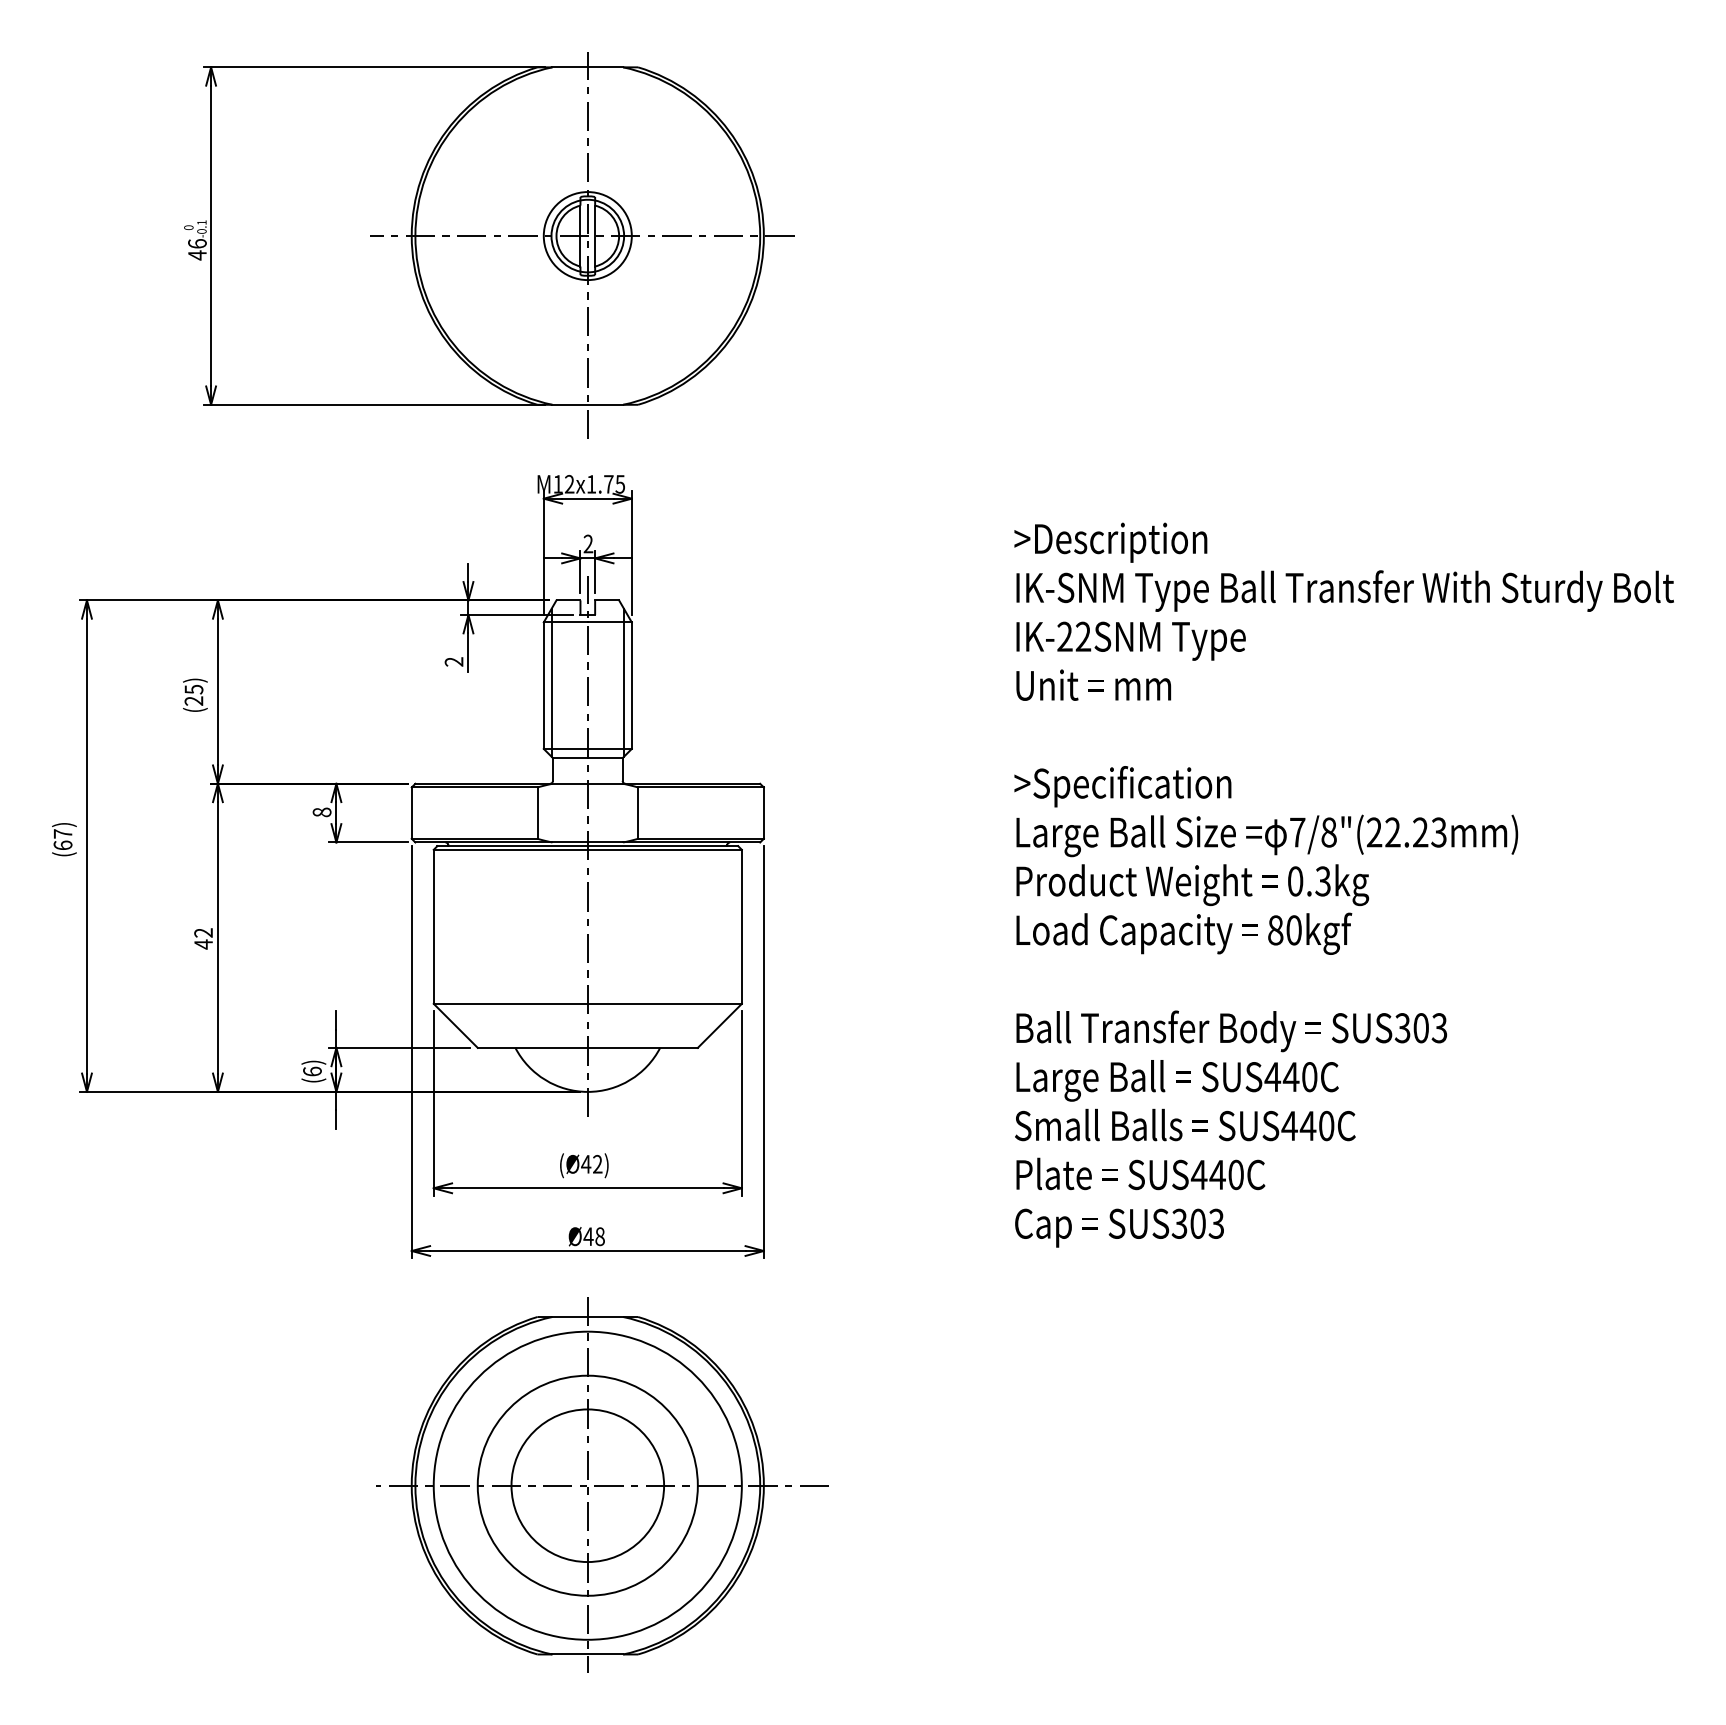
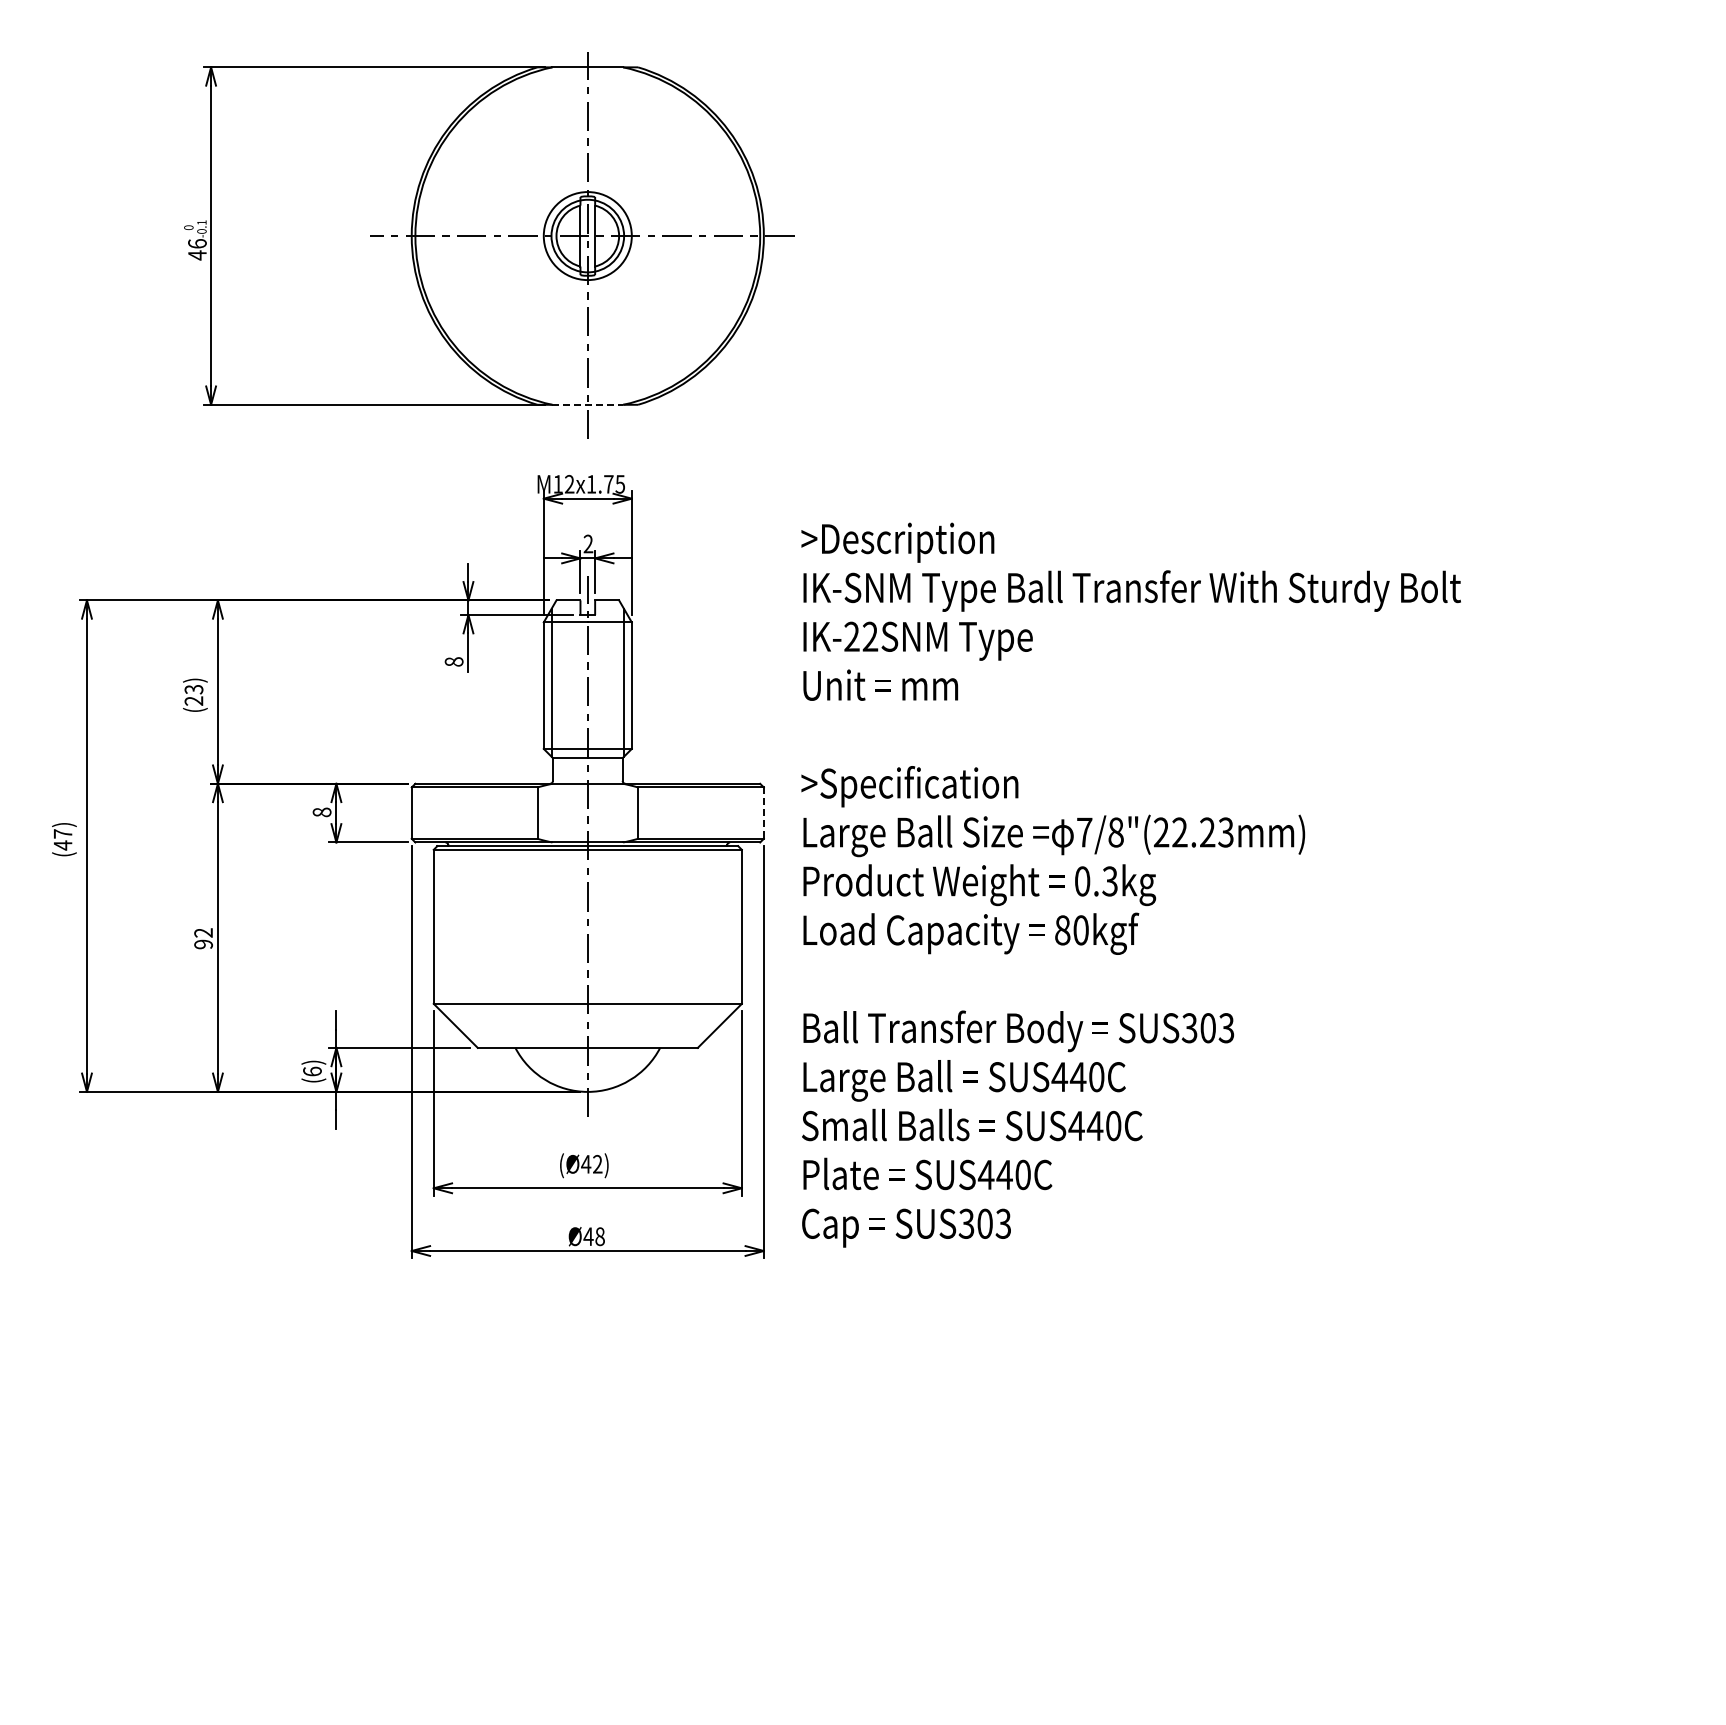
line at (588, 404): solid -> dashed
text at (453, 661): 2 -> 8
text at (193, 689): (25) -> (23)
line at (763, 813): solid -> dashed
text at (62, 845): (67) -> (47)
text at (1343, 884) position: (1343, 884) -> (1130, 884)
text at (203, 944): 42 -> 92
part at (602, 1484): present -> none
